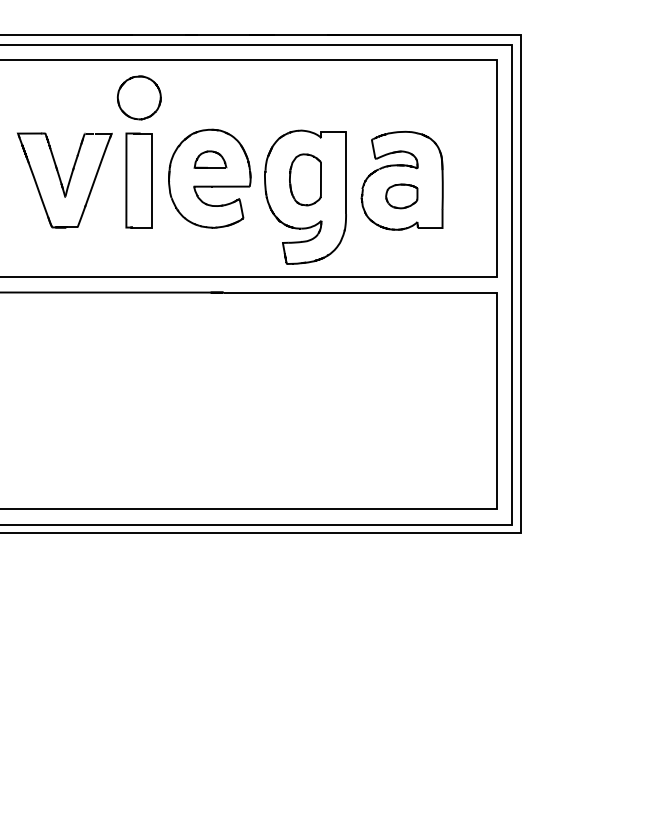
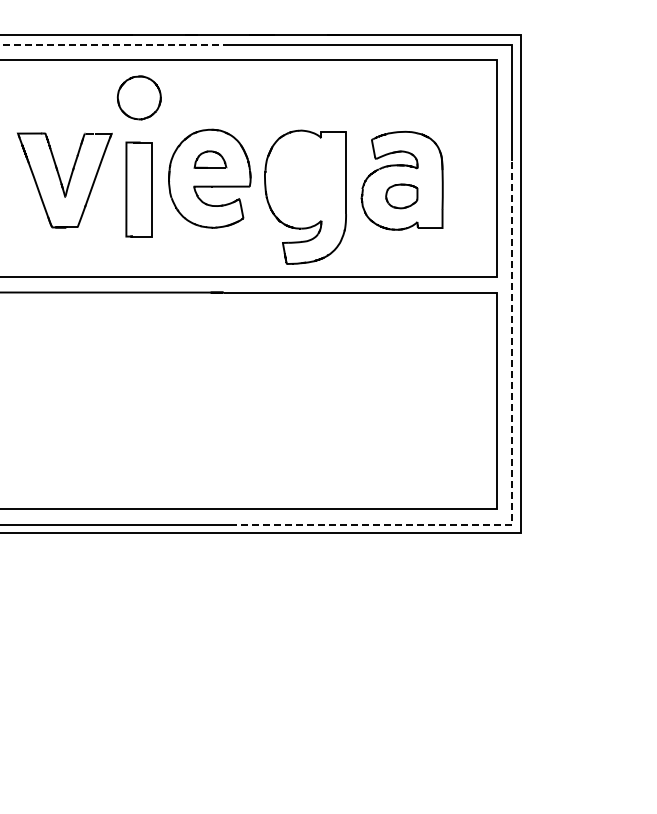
line at (115, 45): solid -> dashed
part at (305, 179): present -> none
part at (138, 180) position: (138, 180) -> (138, 189)
line at (511, 484): solid -> dashed
